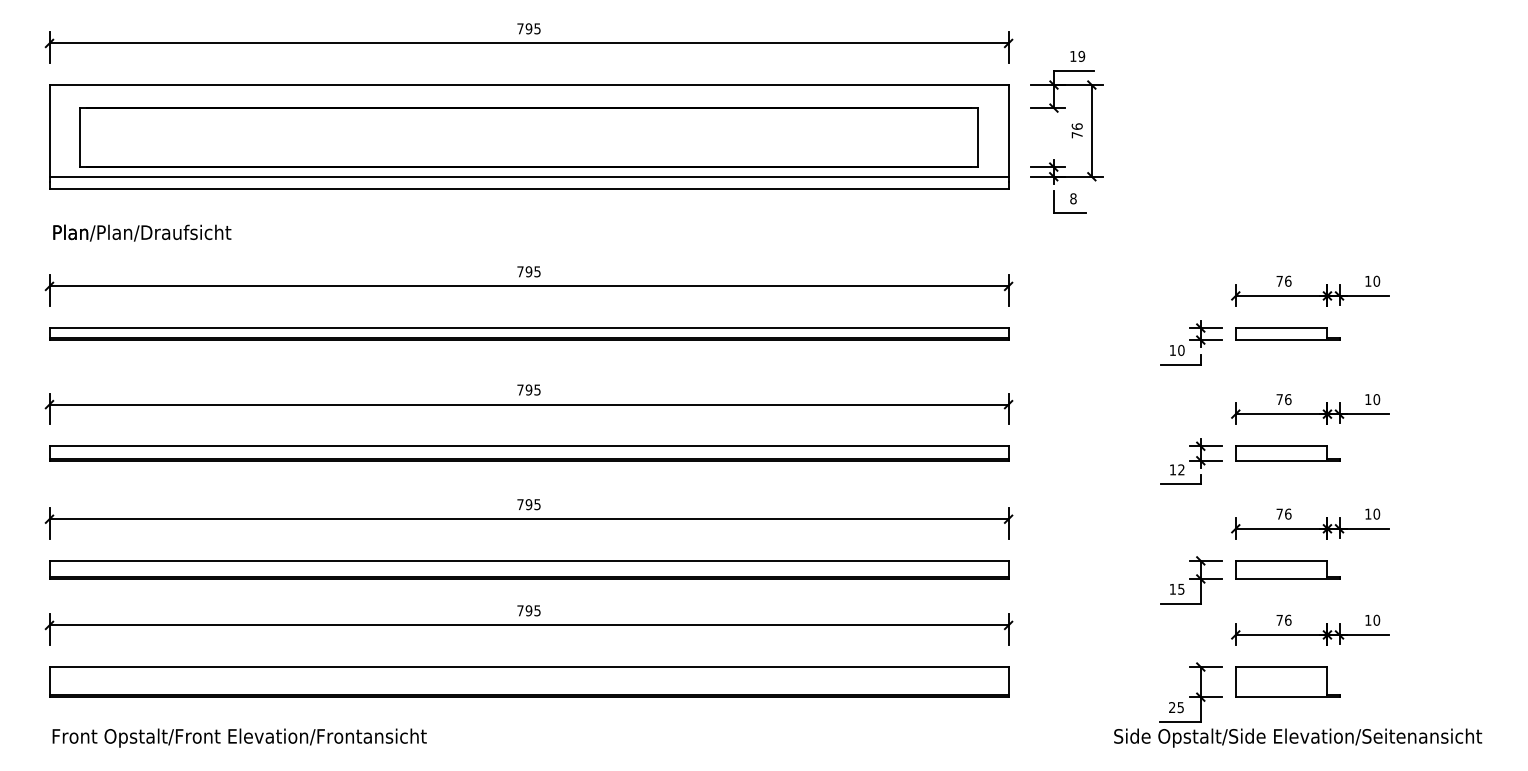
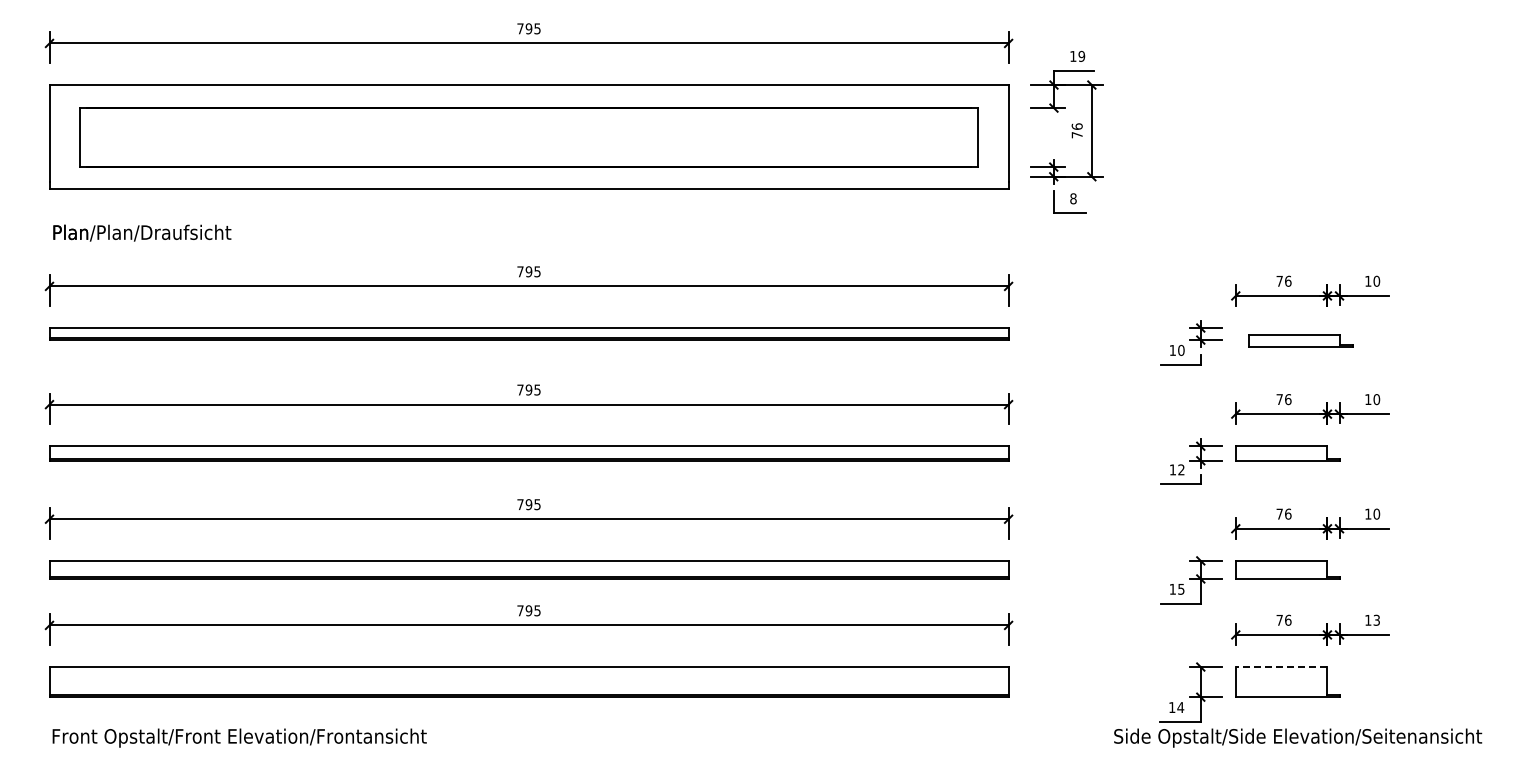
line at (528, 176): present -> none
part at (1287, 333) position: (1287, 333) -> (1300, 340)
text at (1376, 619): 10 -> 13
line at (1281, 667): solid -> dashed
text at (1176, 707): 25 -> 14
